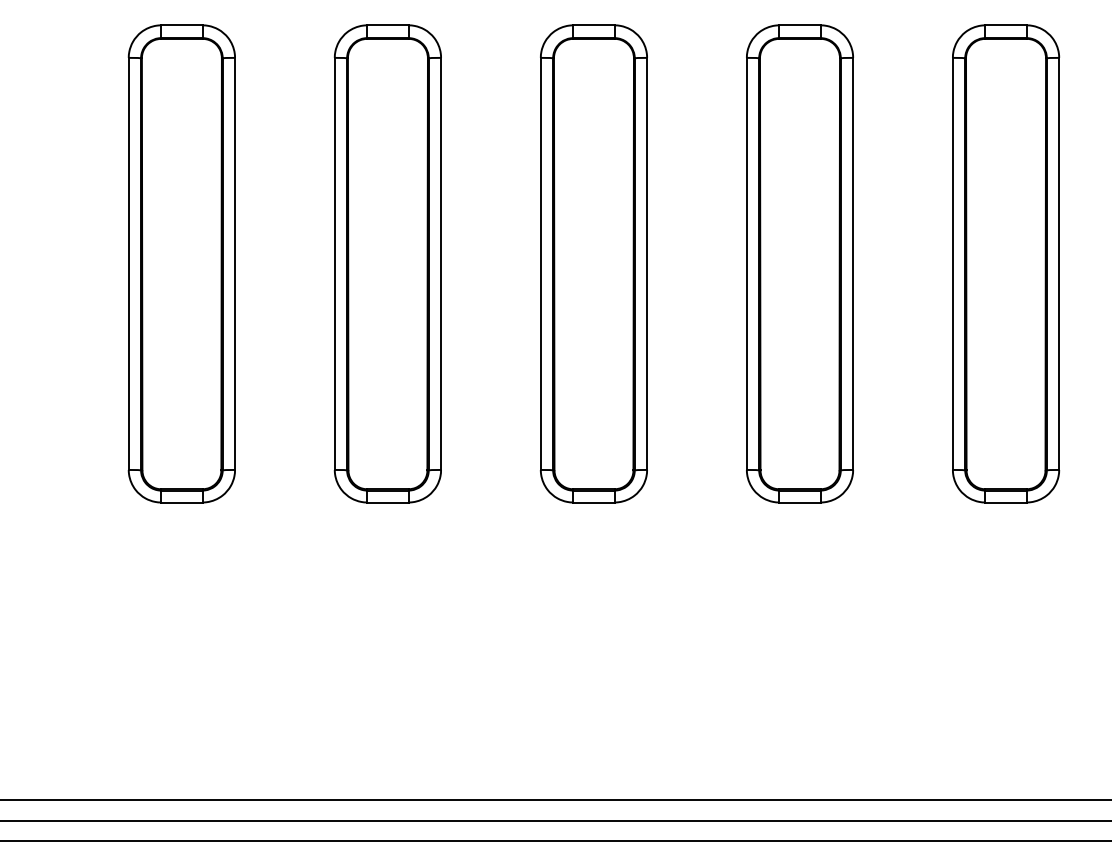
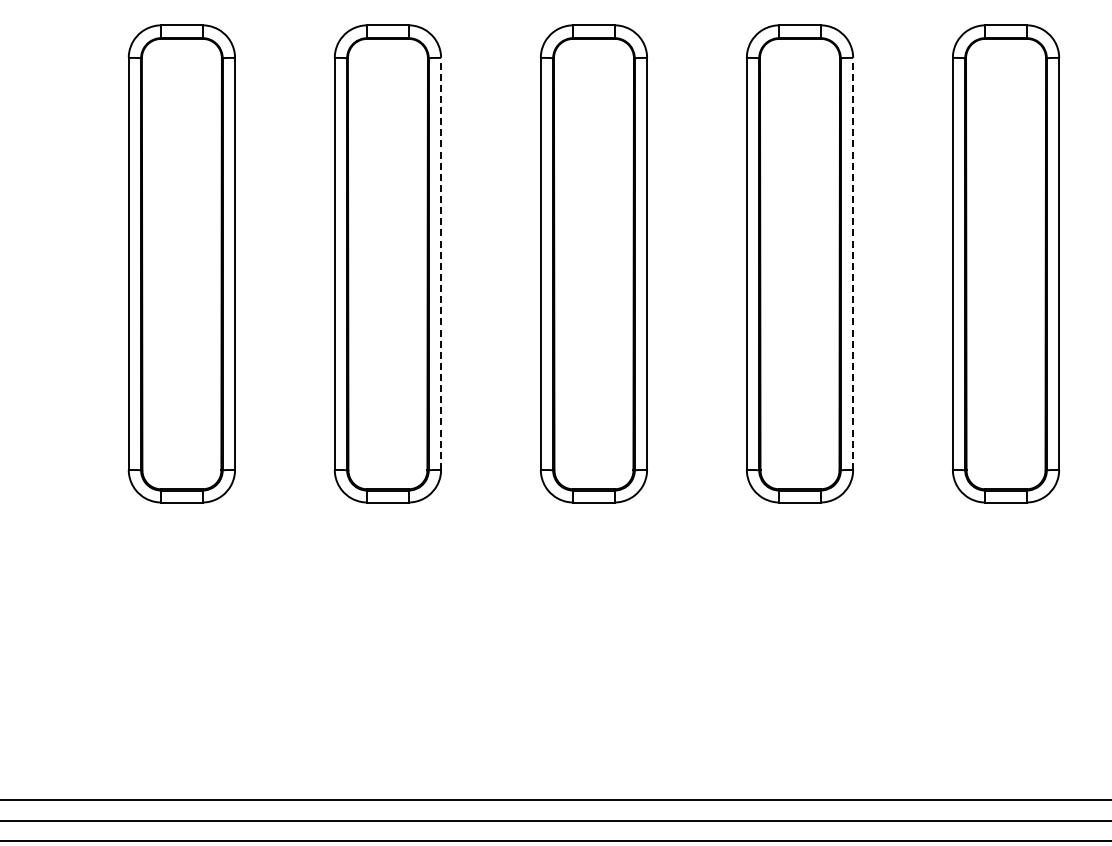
line at (441, 263): solid -> dashed
line at (853, 263): solid -> dashed
